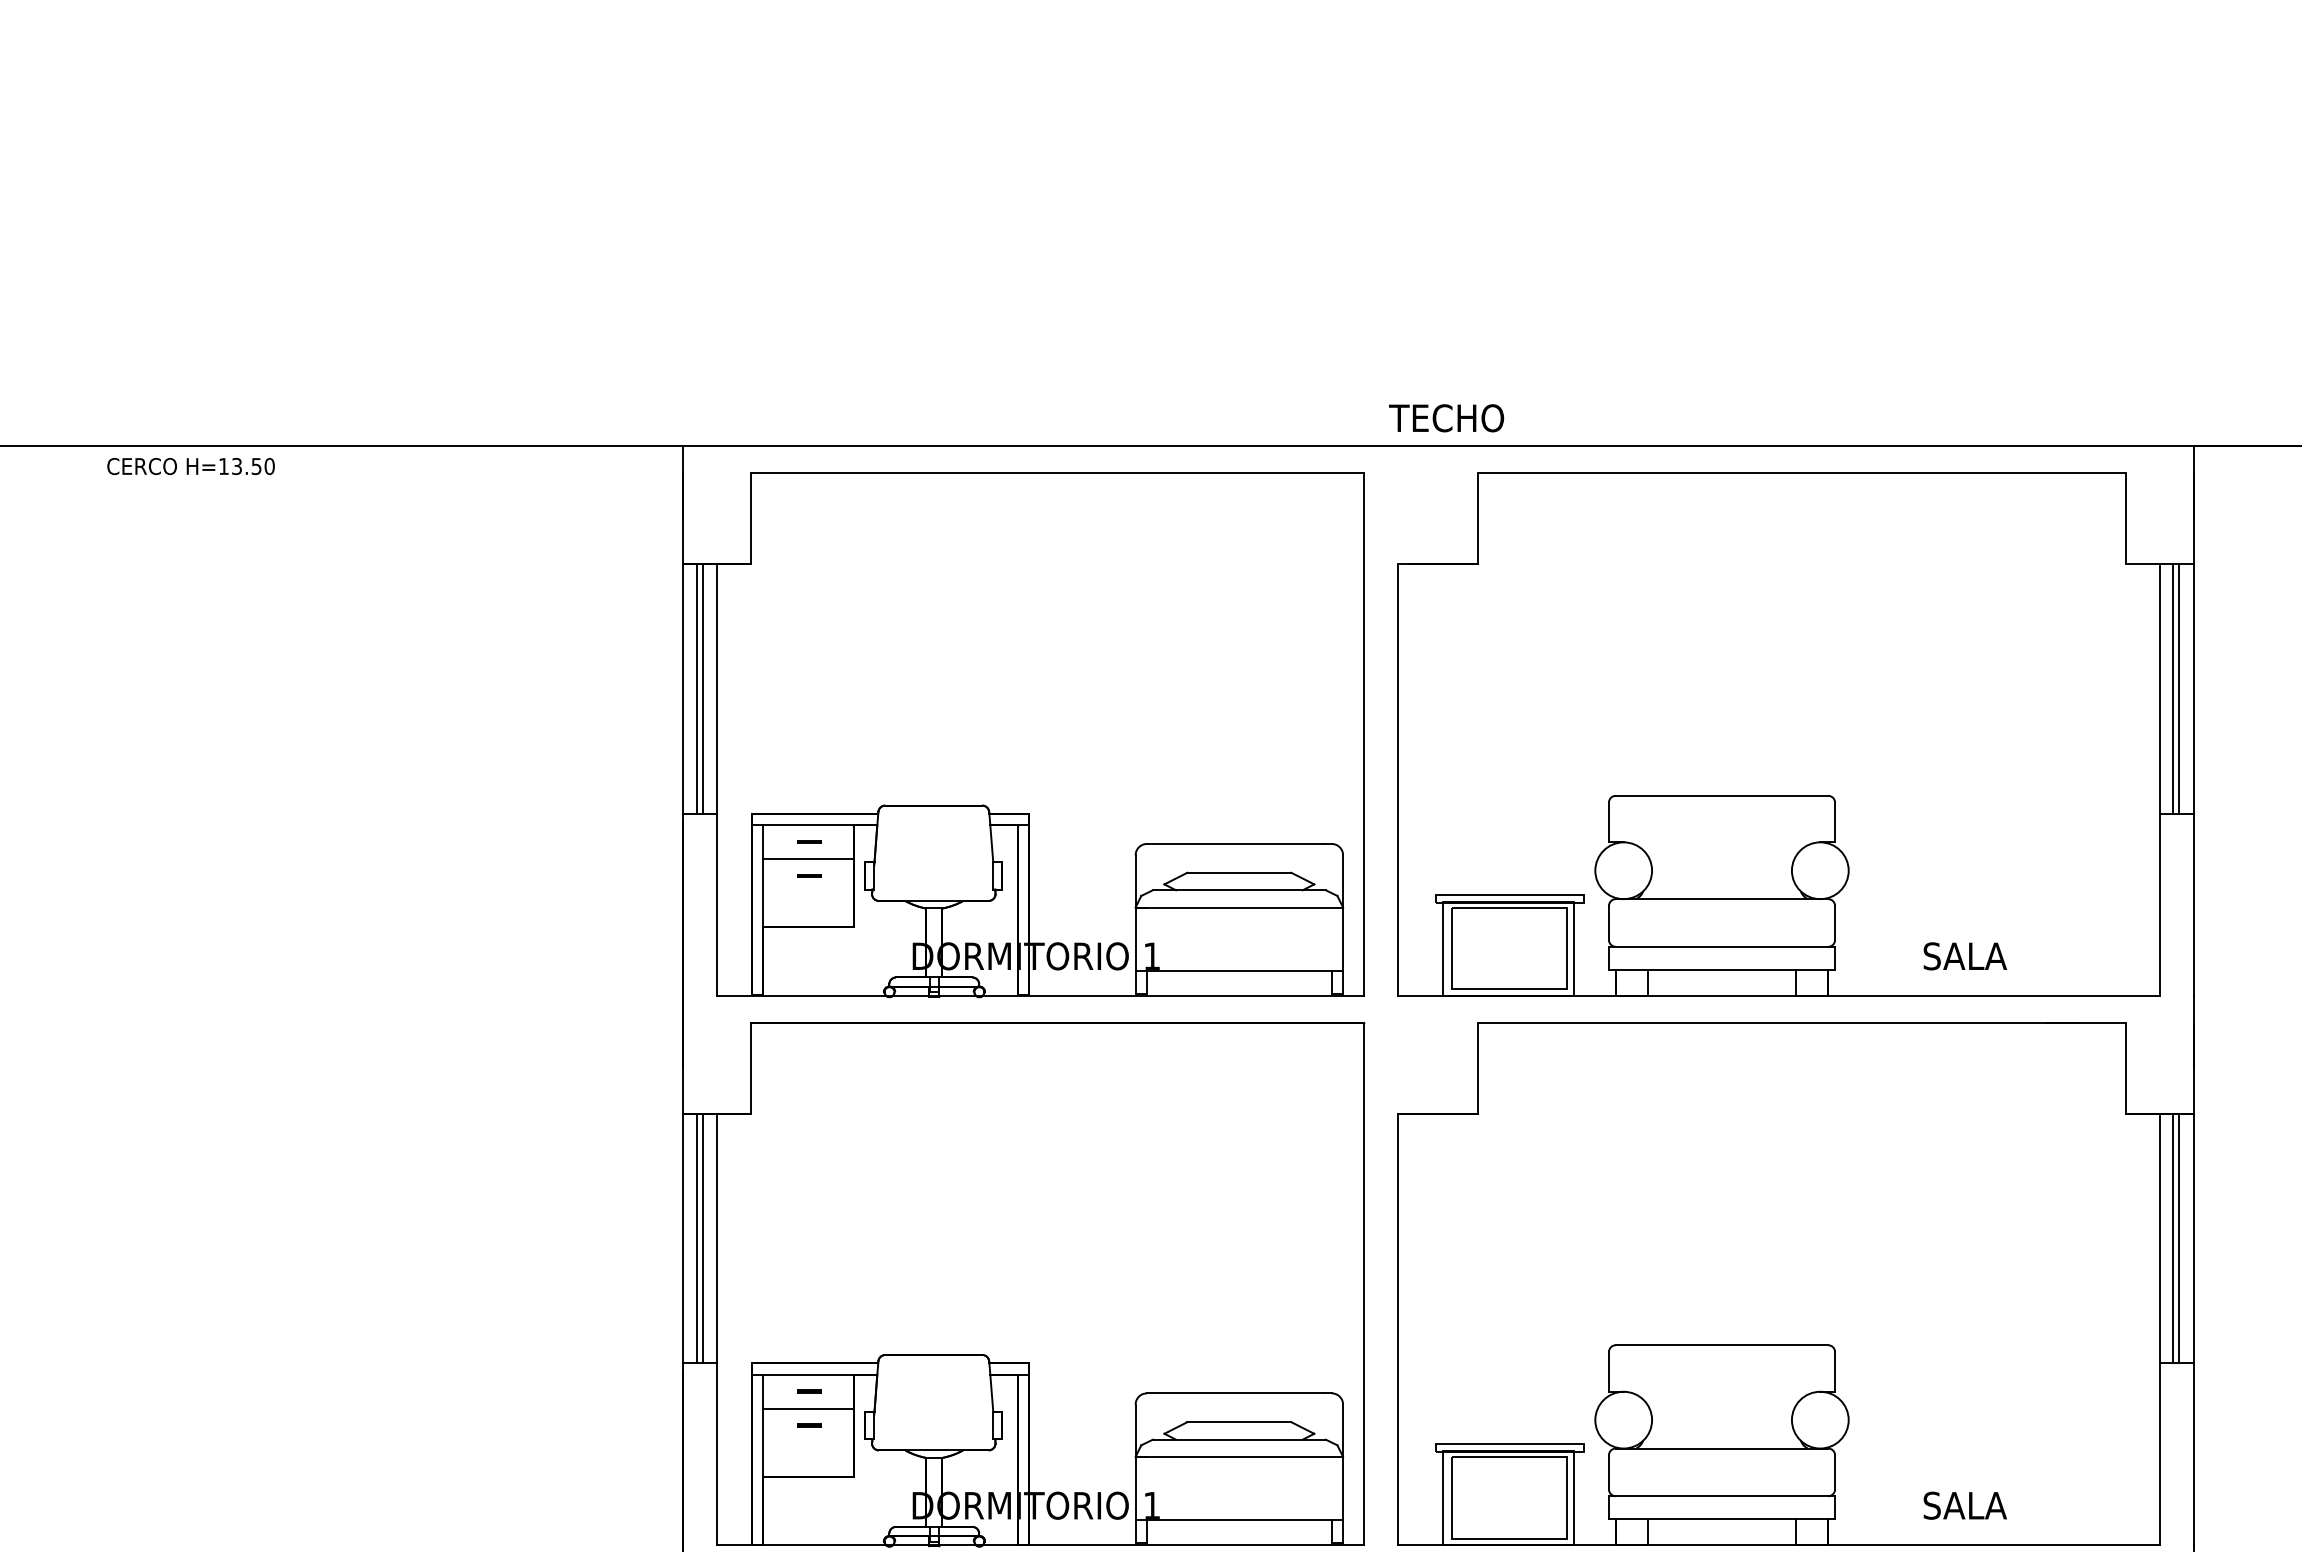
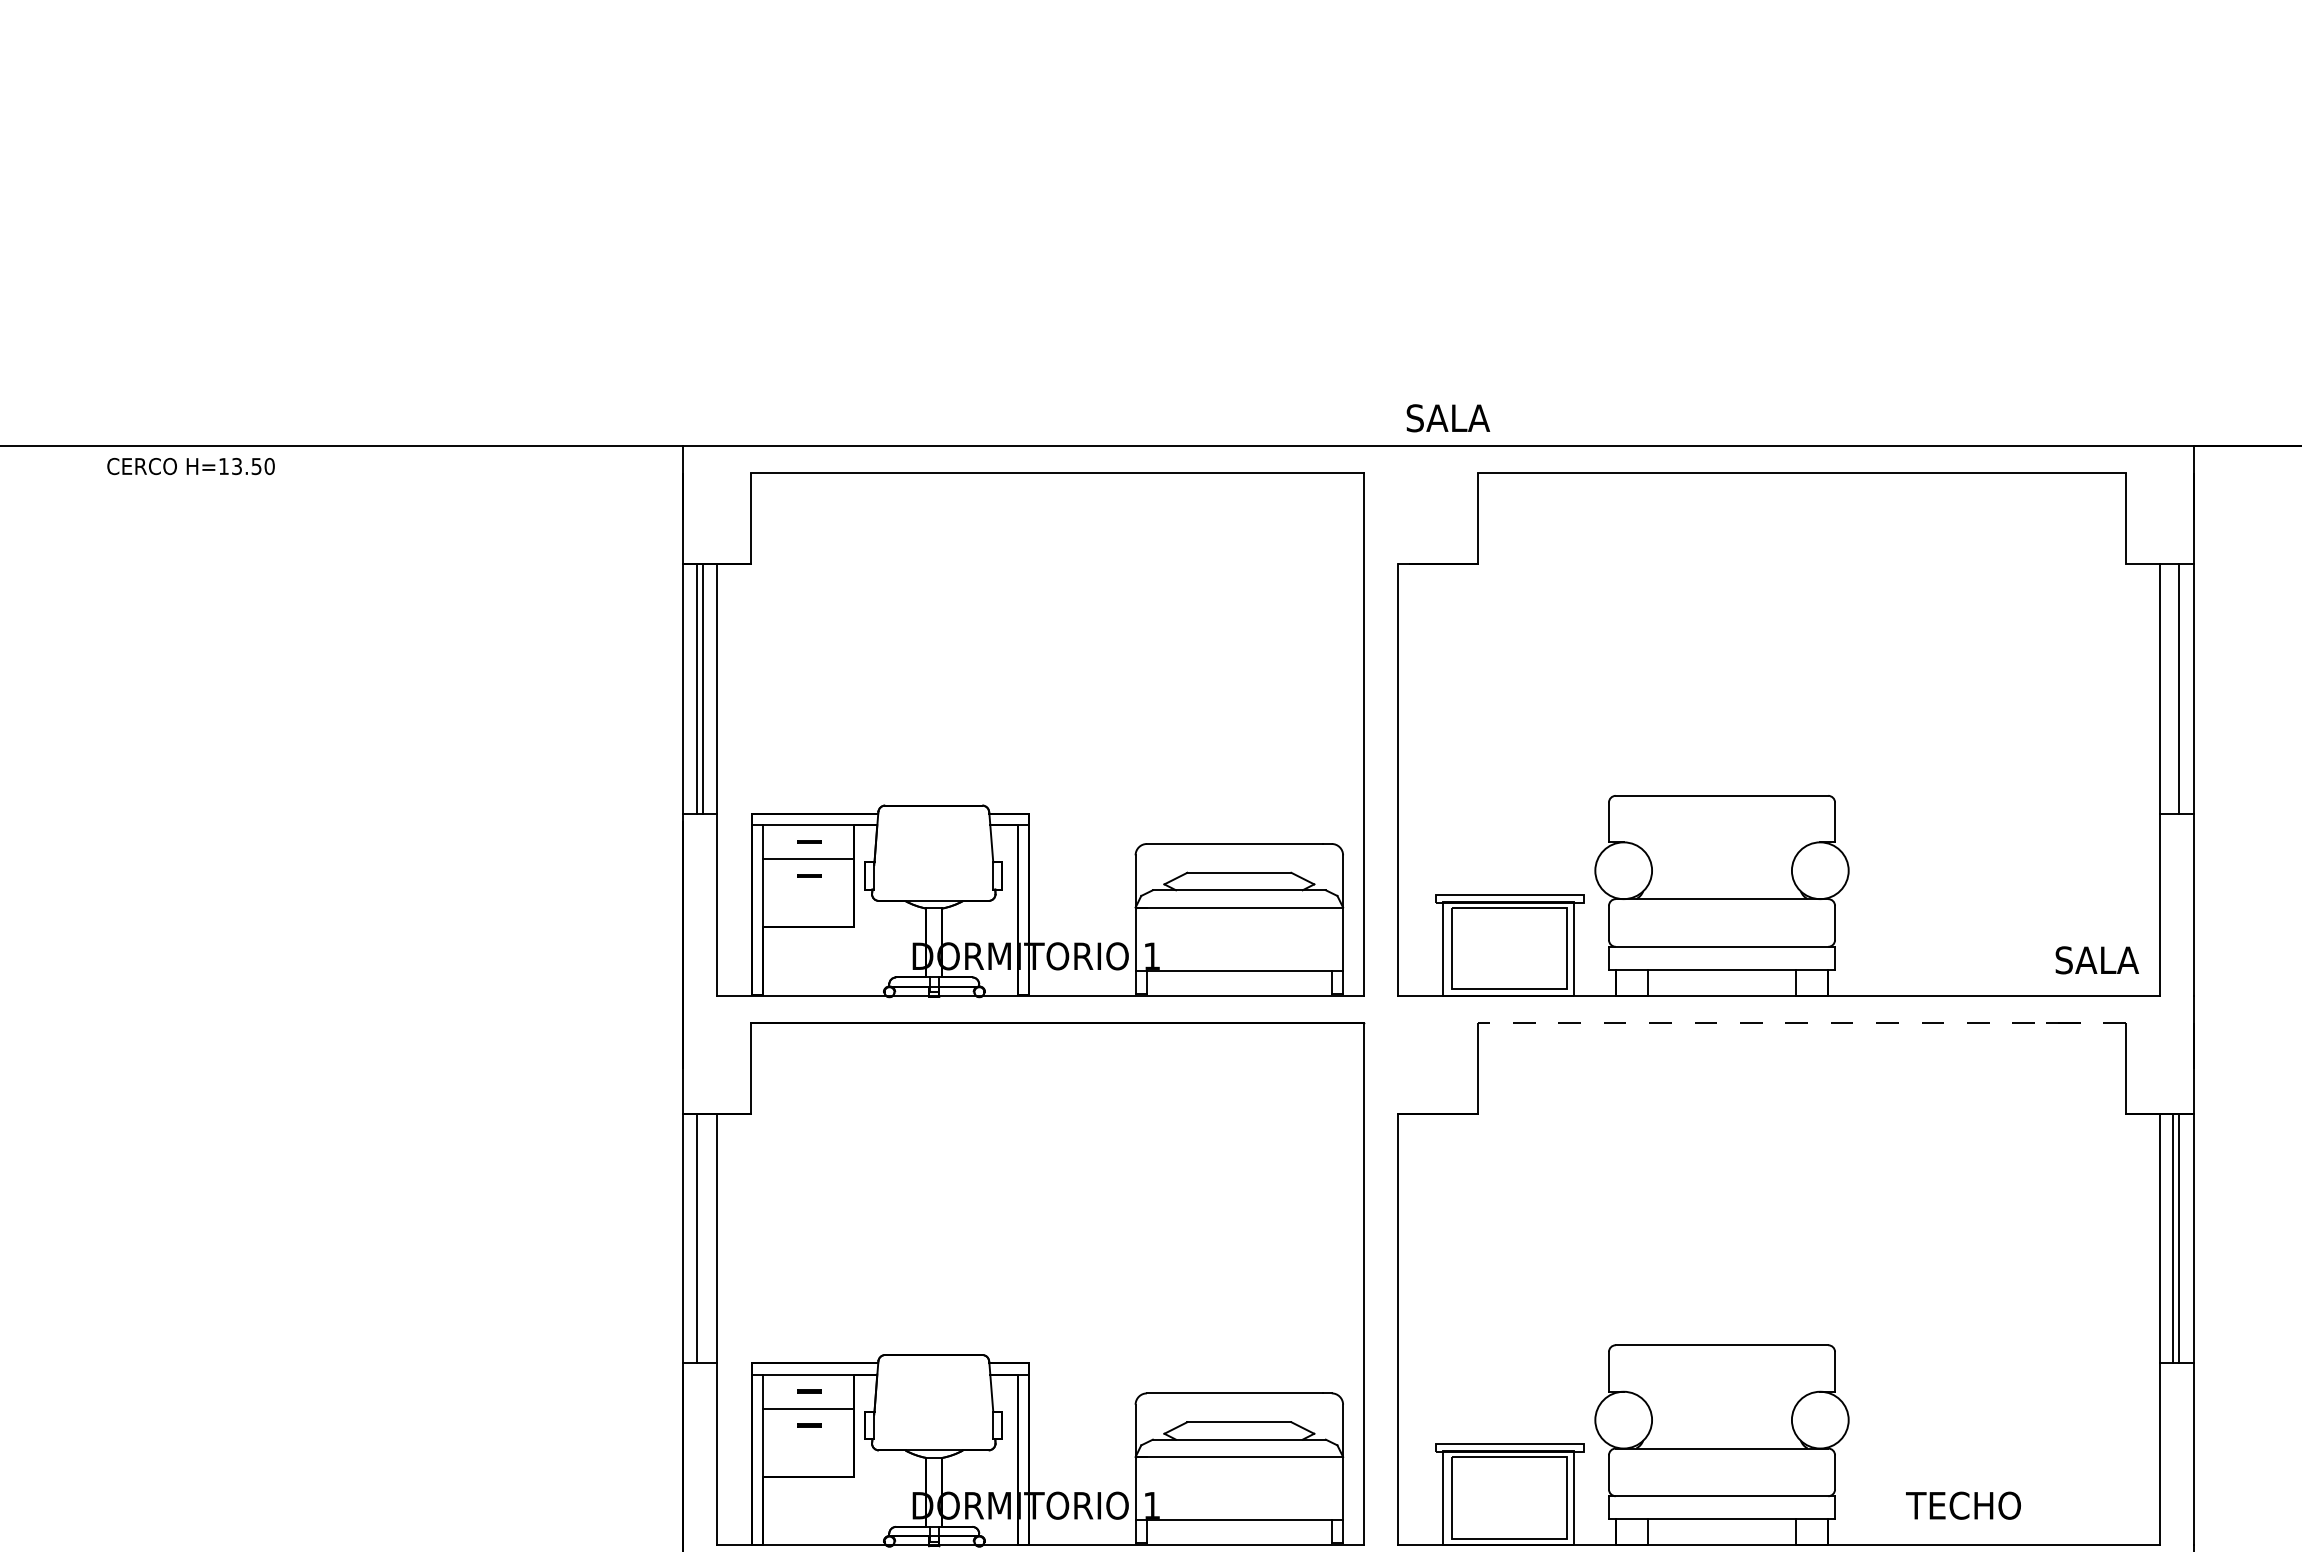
text at (1446, 418): TECHO -> SALA
line at (2173, 689): present -> none
text at (1964, 956) position: (1964, 956) -> (2096, 960)
line at (1801, 1022): solid -> dashed
line at (702, 1238): present -> none
text at (1963, 1505): SALA -> TECHO
